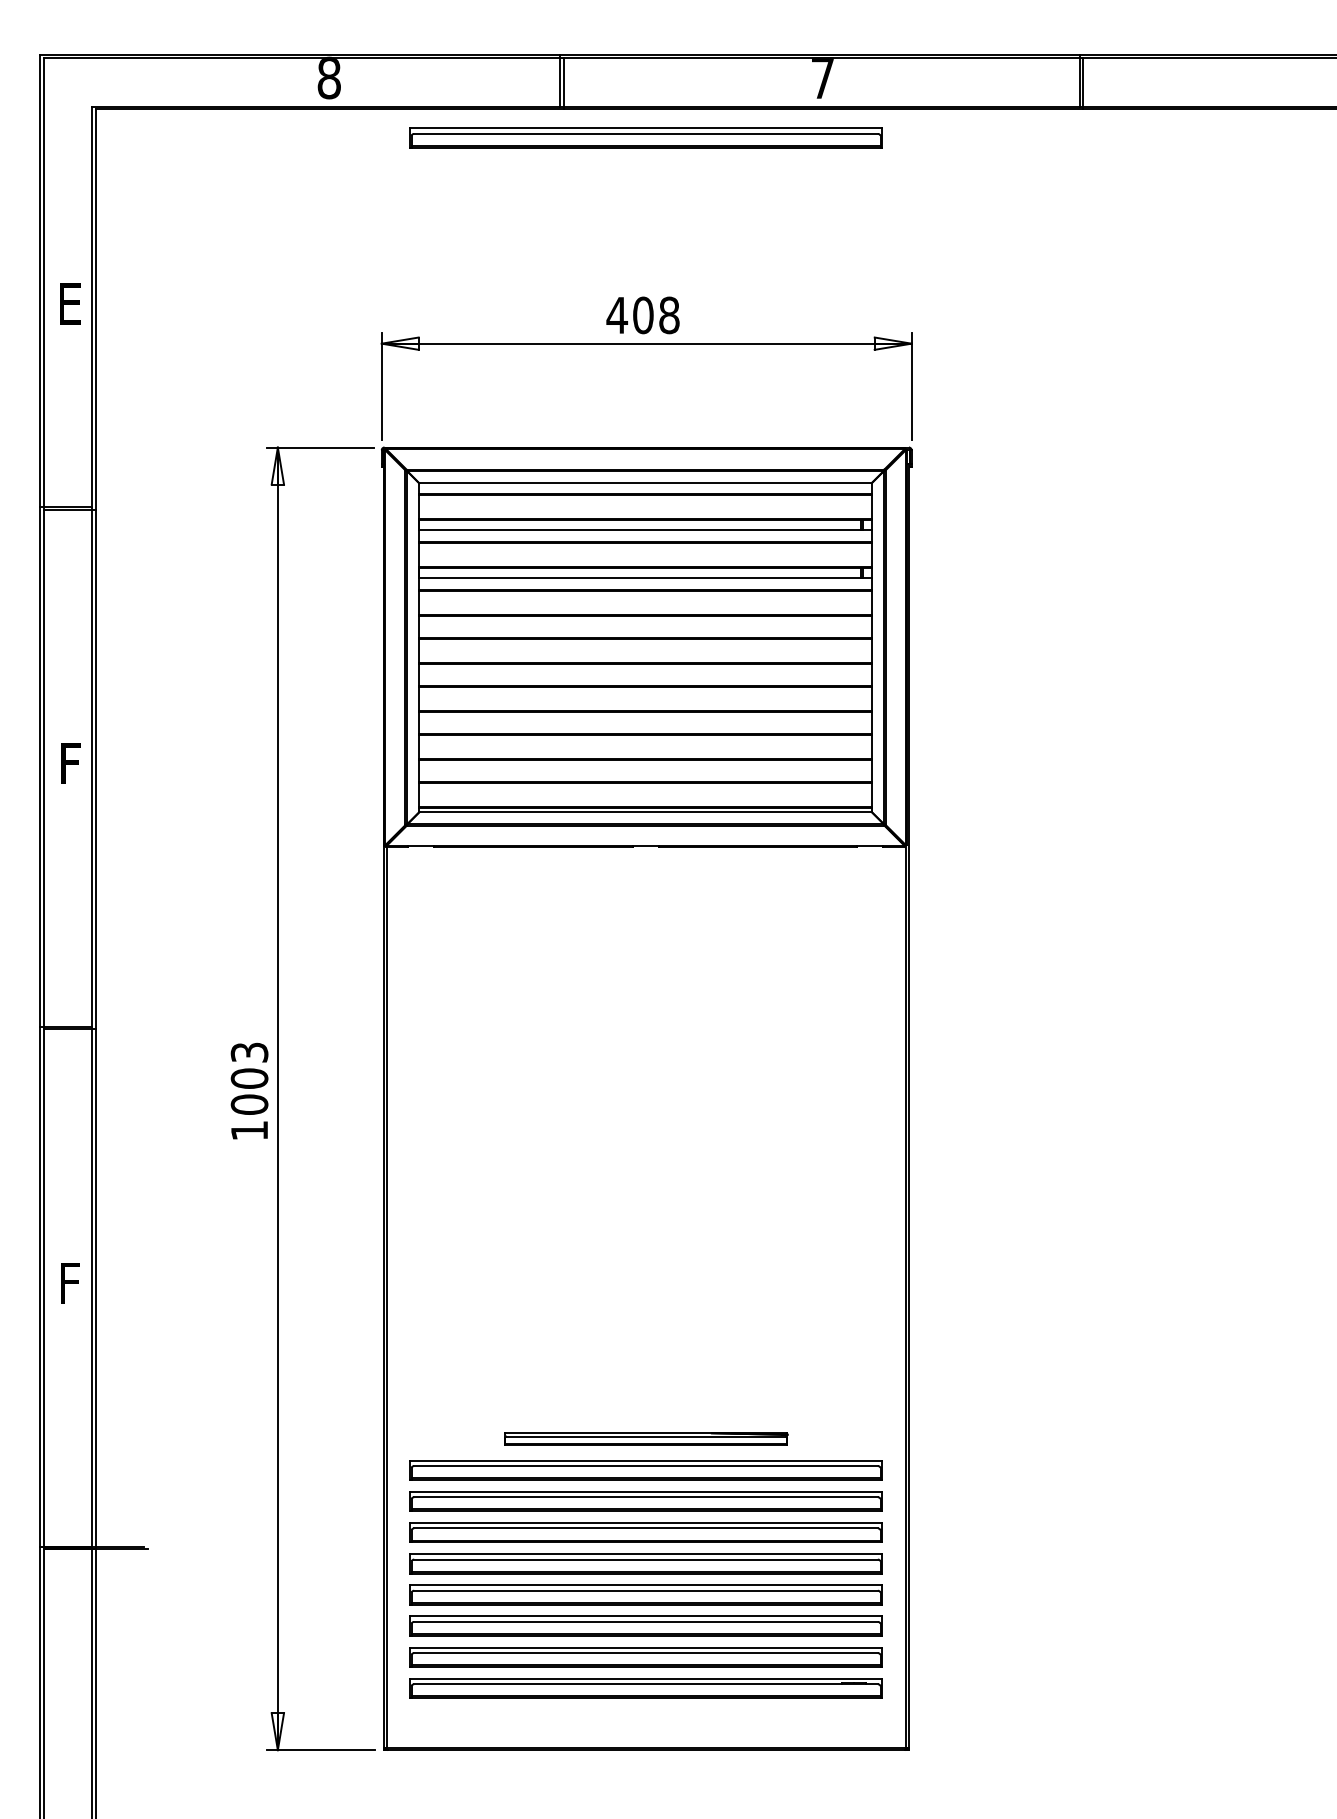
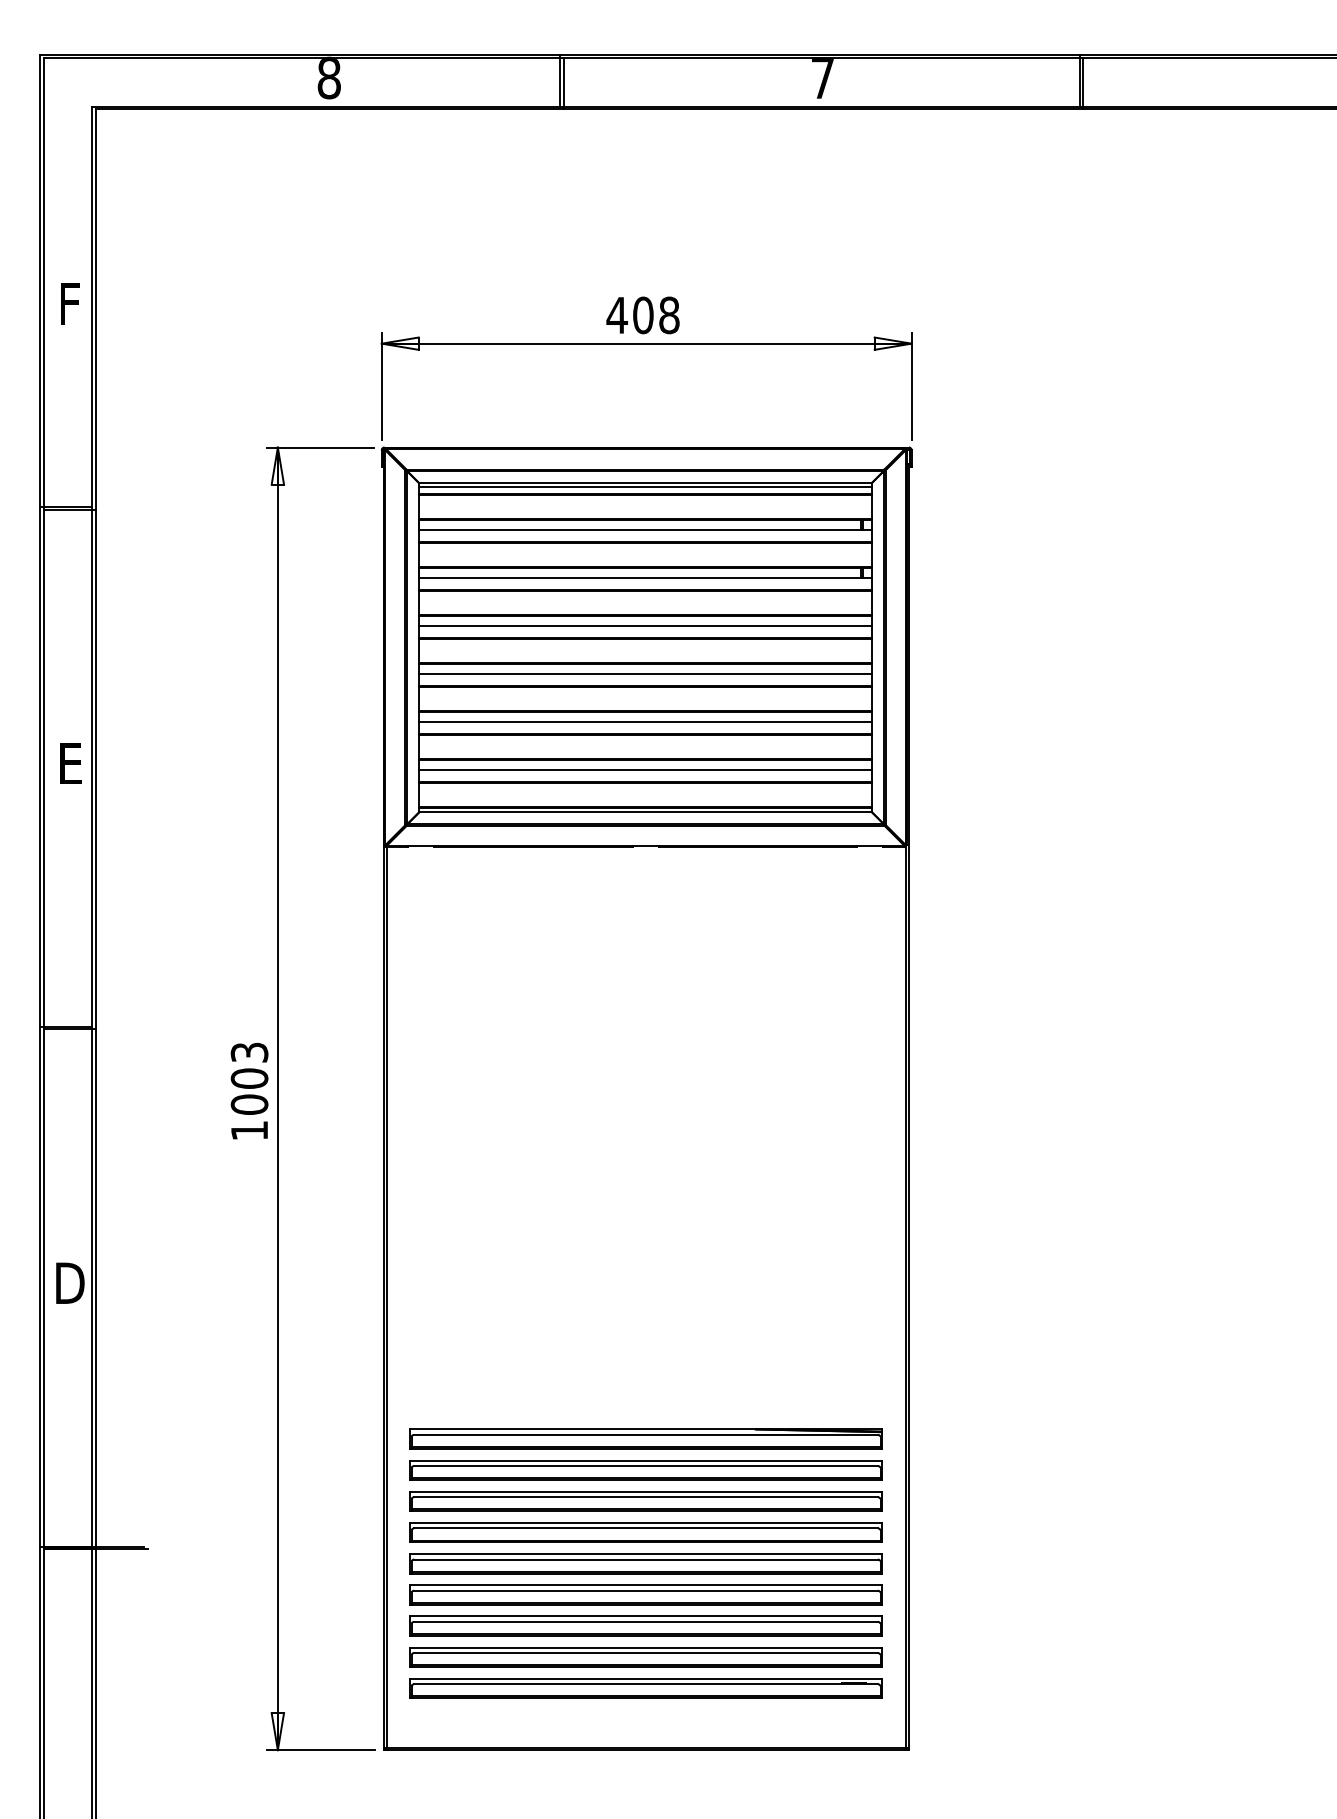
part at (645, 137): present -> none
text at (70, 303): E -> F
line at (645, 487): none -> present
line at (645, 626): none -> present
line at (645, 674): none -> present
line at (645, 722): none -> present
text at (70, 763): F -> E
line at (645, 770): none -> present
text at (70, 1282): F -> D
part at (646, 1438) size: 285x14 px -> 474x22 px
